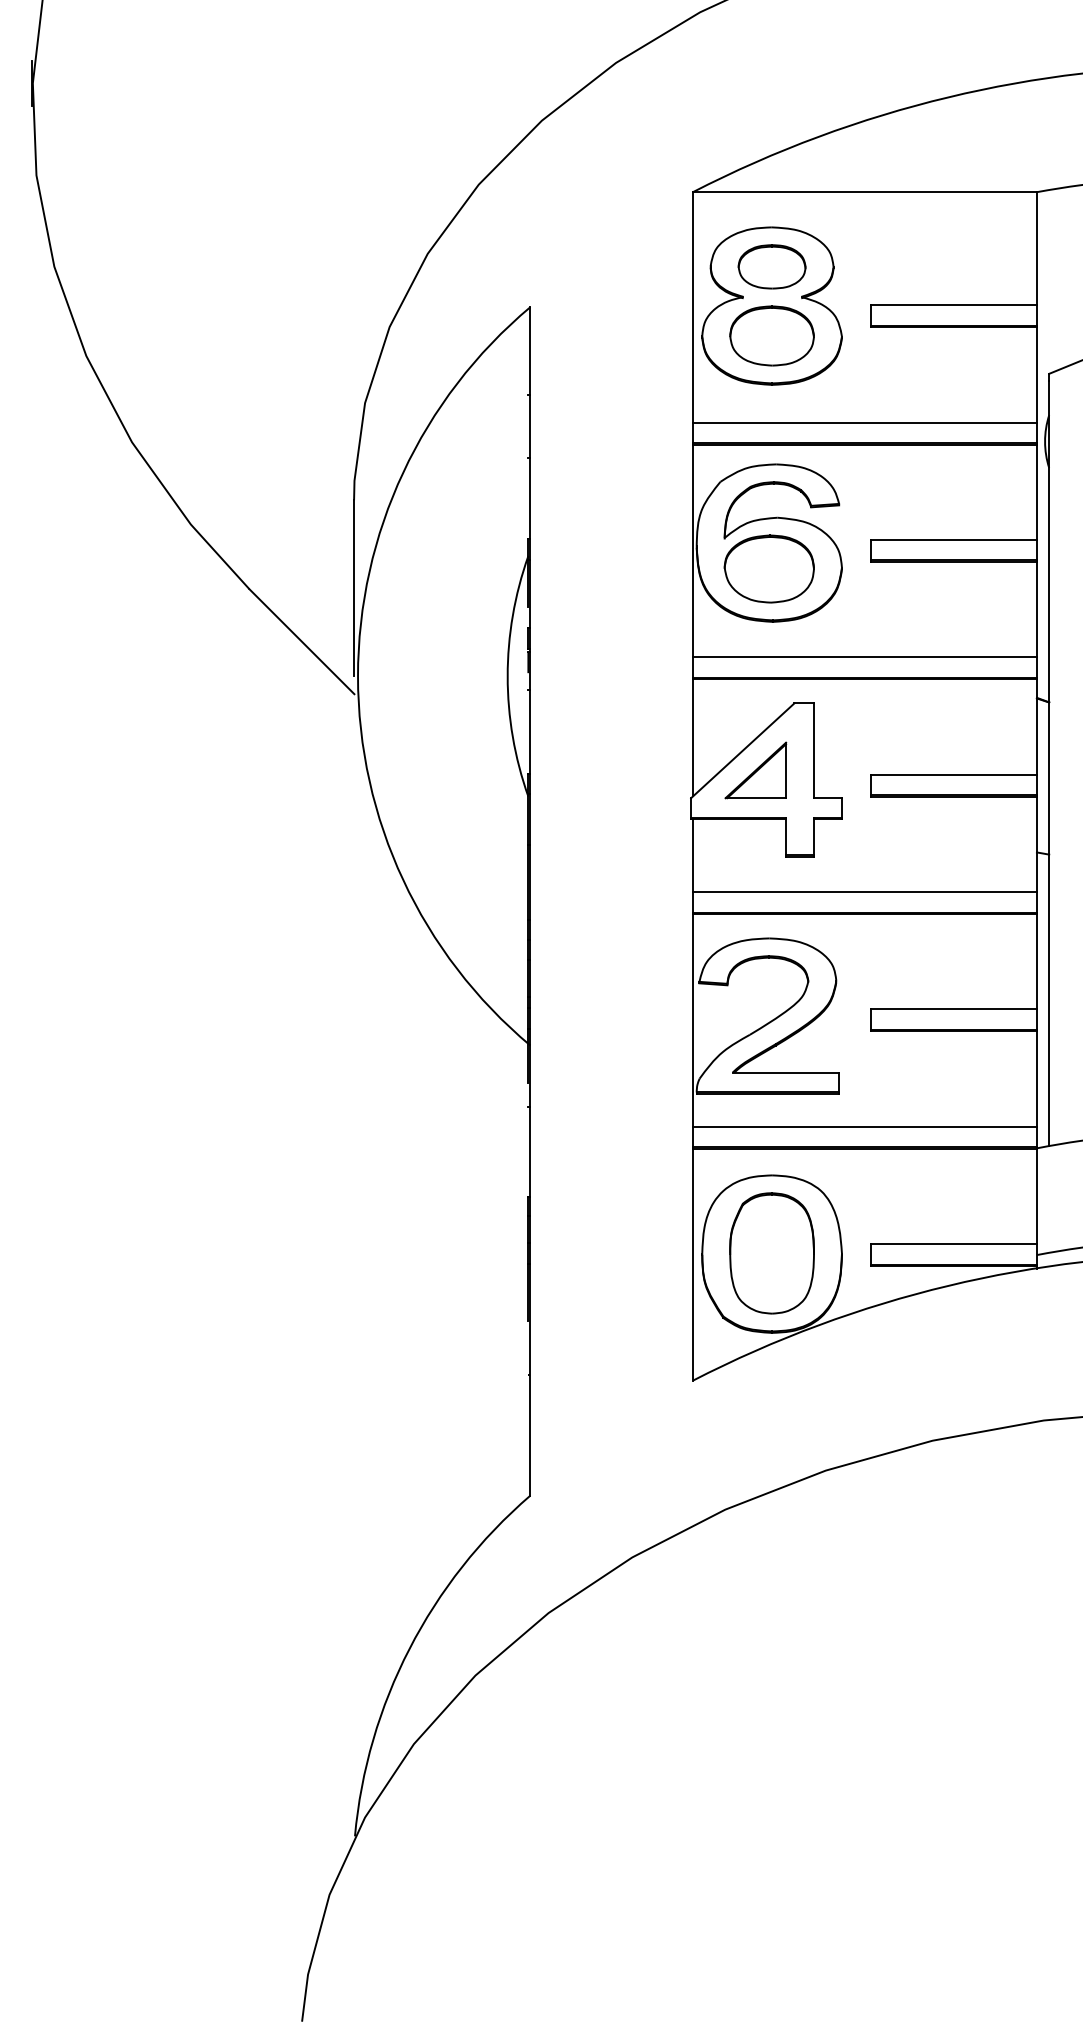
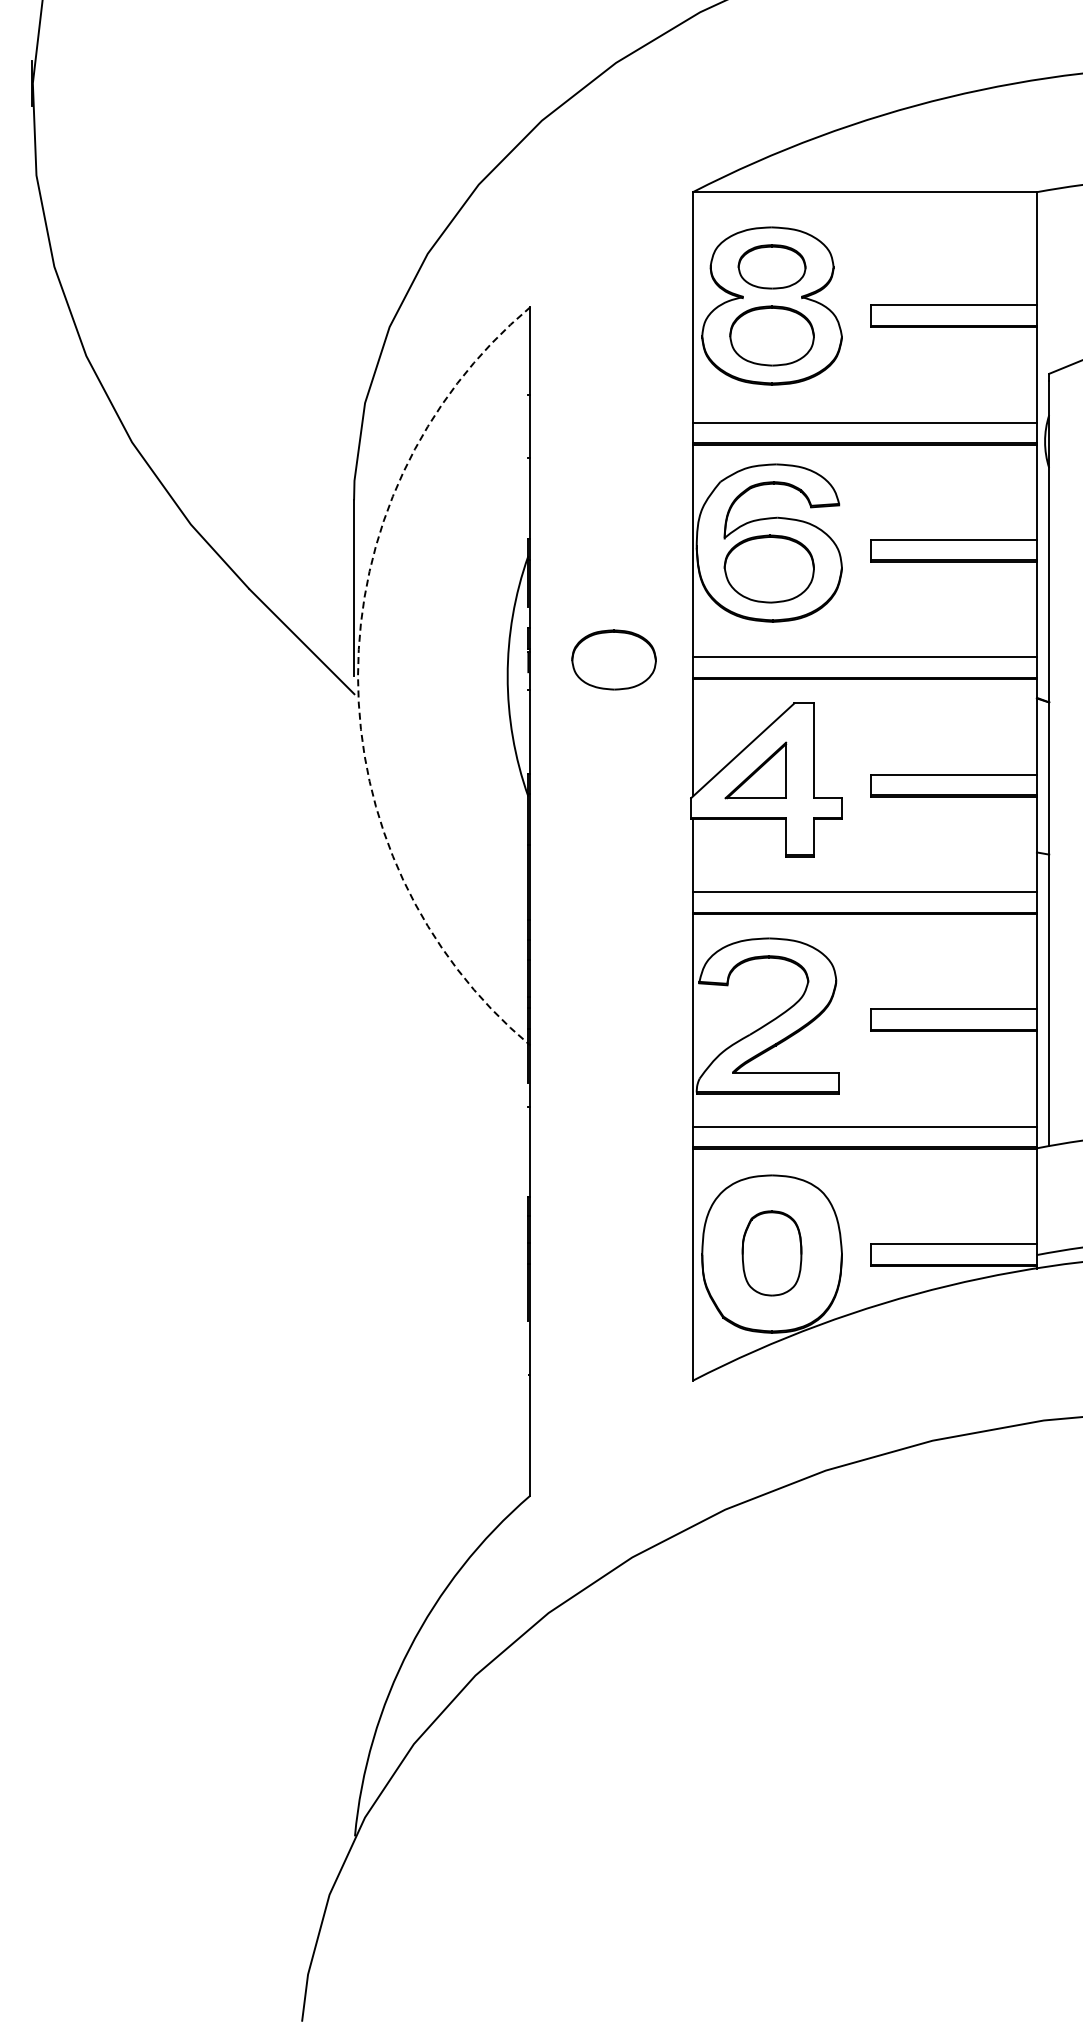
part at (613, 659): none -> present
arc at (358, 676): solid -> dashed
part at (771, 1253) size: 86x123 px -> 62x87 px
